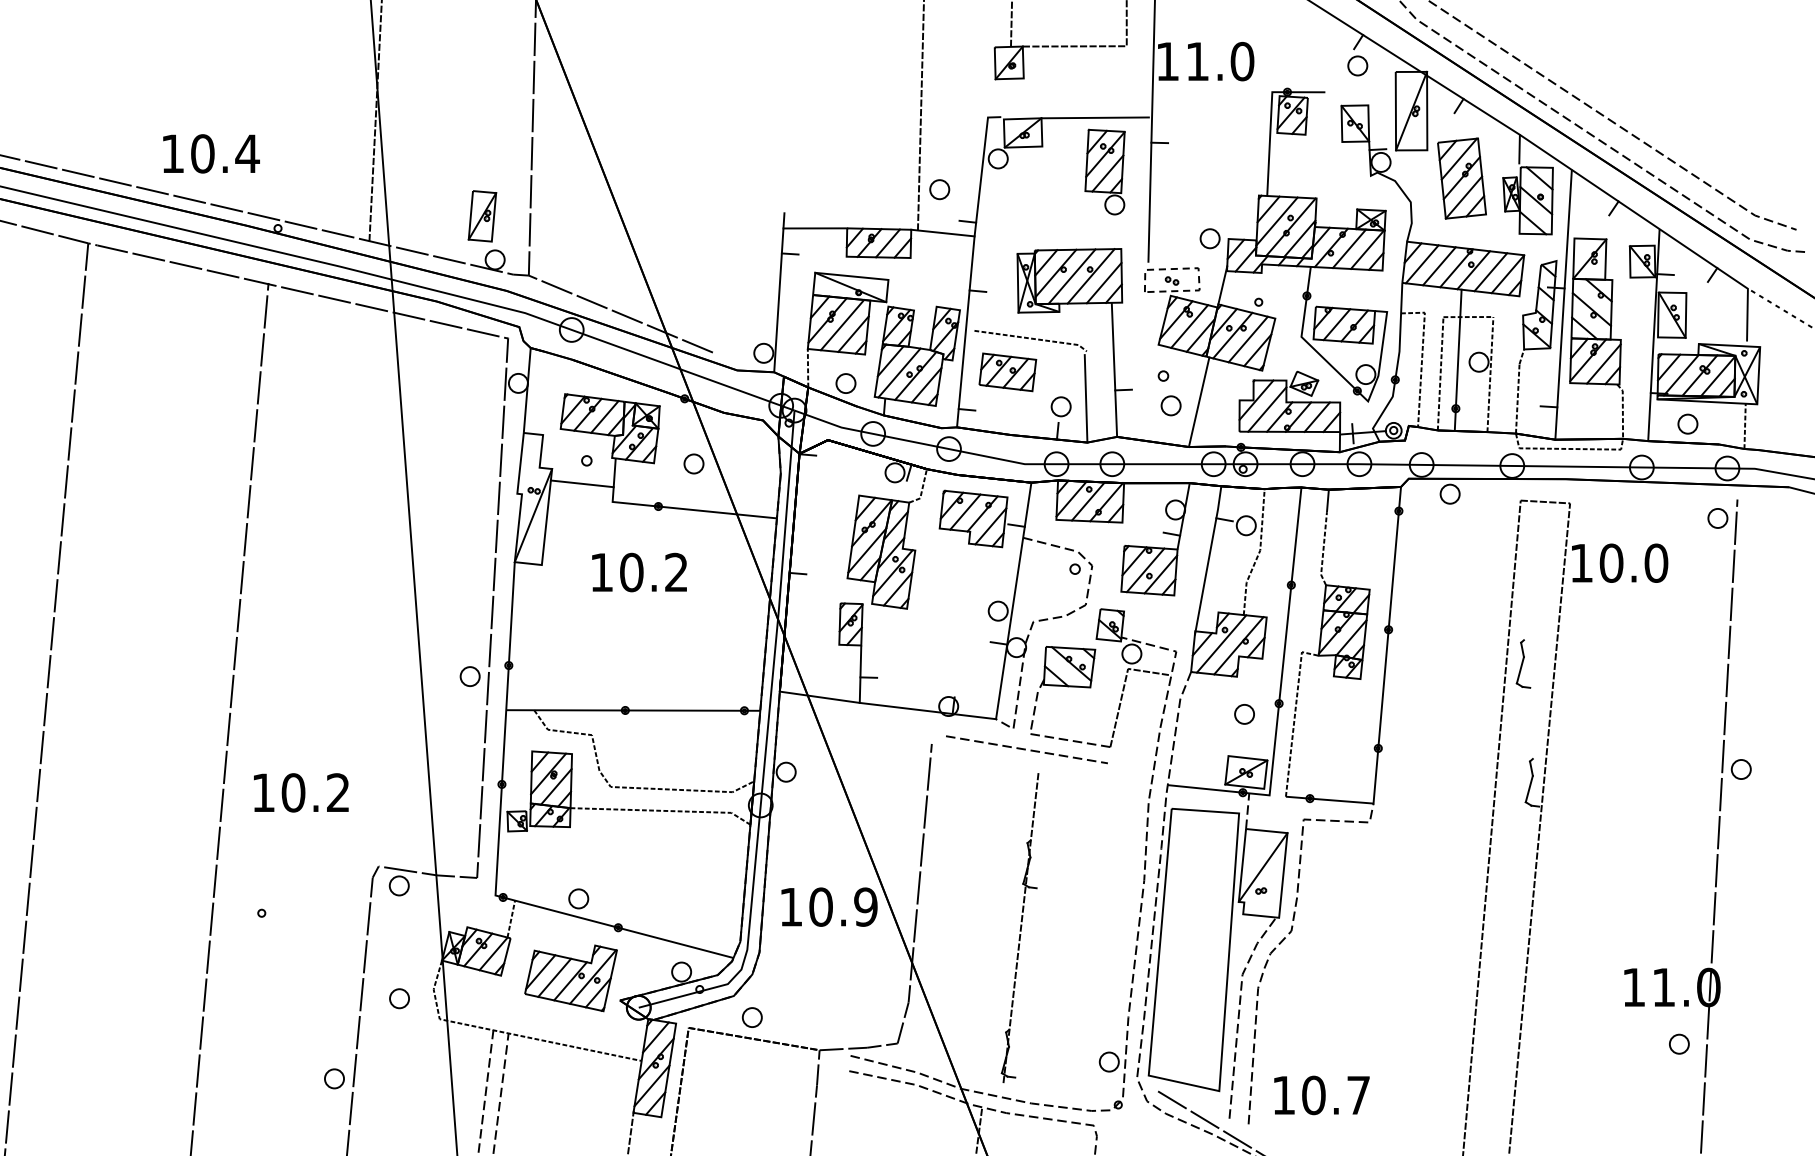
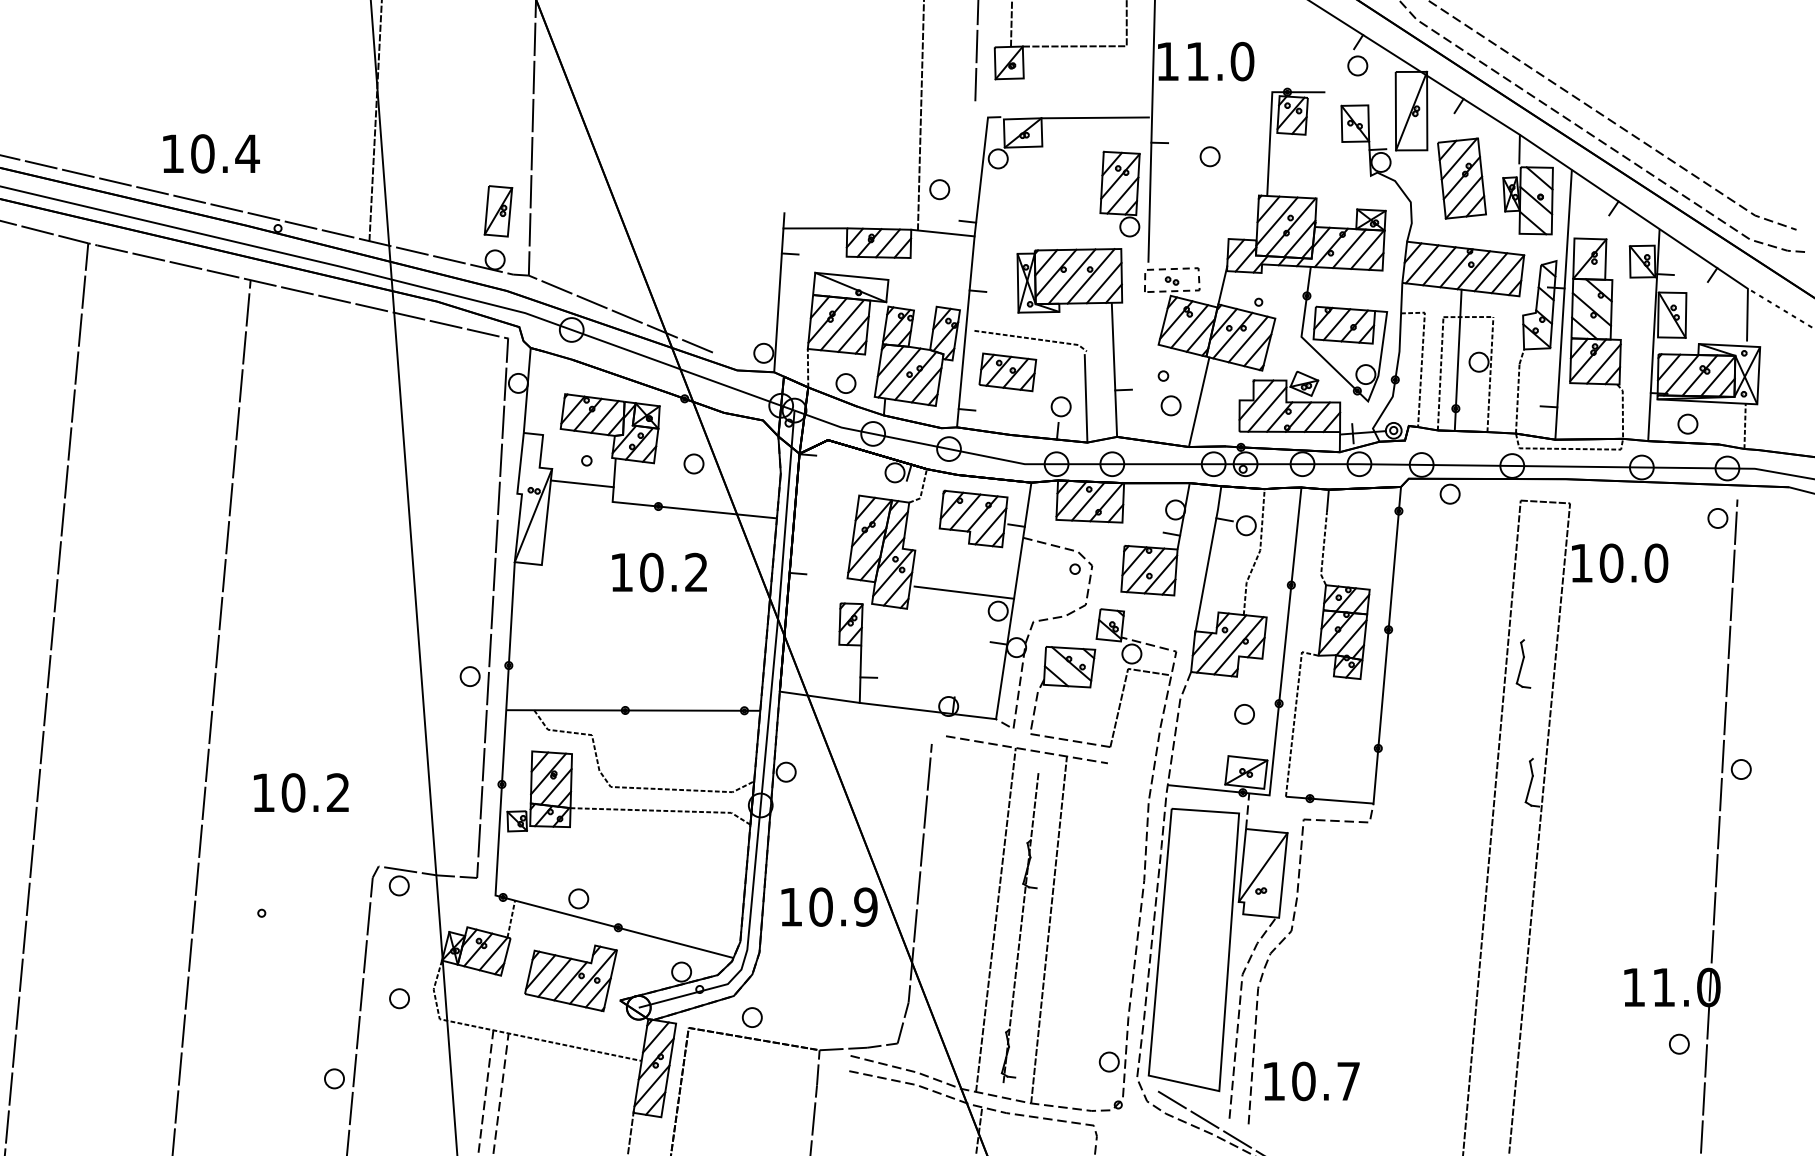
line at (976, 51): none -> present
part at (1104, 171) position: (1104, 171) -> (1119, 193)
part at (482, 216) position: (482, 216) -> (498, 211)
part at (1209, 238) position: (1209, 238) -> (1209, 156)
text at (639, 572) position: (639, 572) -> (659, 572)
line at (964, 592): none -> present
line at (229, 717) position: (229, 717) -> (211, 716)
line at (995, 919): none -> present
line at (1048, 929): none -> present
text at (1321, 1095) position: (1321, 1095) -> (1311, 1081)
